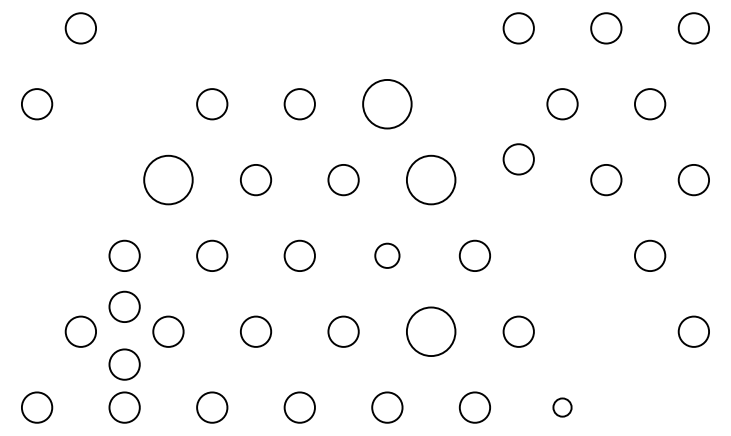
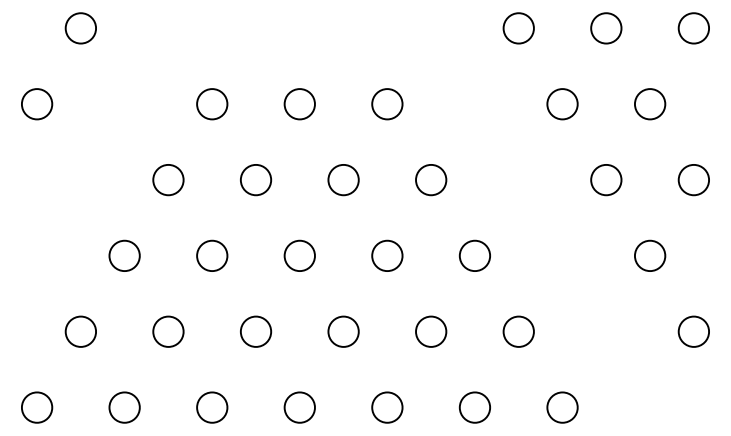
circle at (387, 103) diameter: 49 px -> 30 px
circle at (518, 159): present -> none
circle at (168, 179) diameter: 49 px -> 30 px
circle at (430, 179) diameter: 49 px -> 30 px
circle at (387, 255) size: 27x27 px -> 33x33 px
circle at (124, 306): present -> none
circle at (430, 331) diameter: 49 px -> 30 px
circle at (124, 364): present -> none
circle at (562, 407) size: 21x21 px -> 33x33 px
